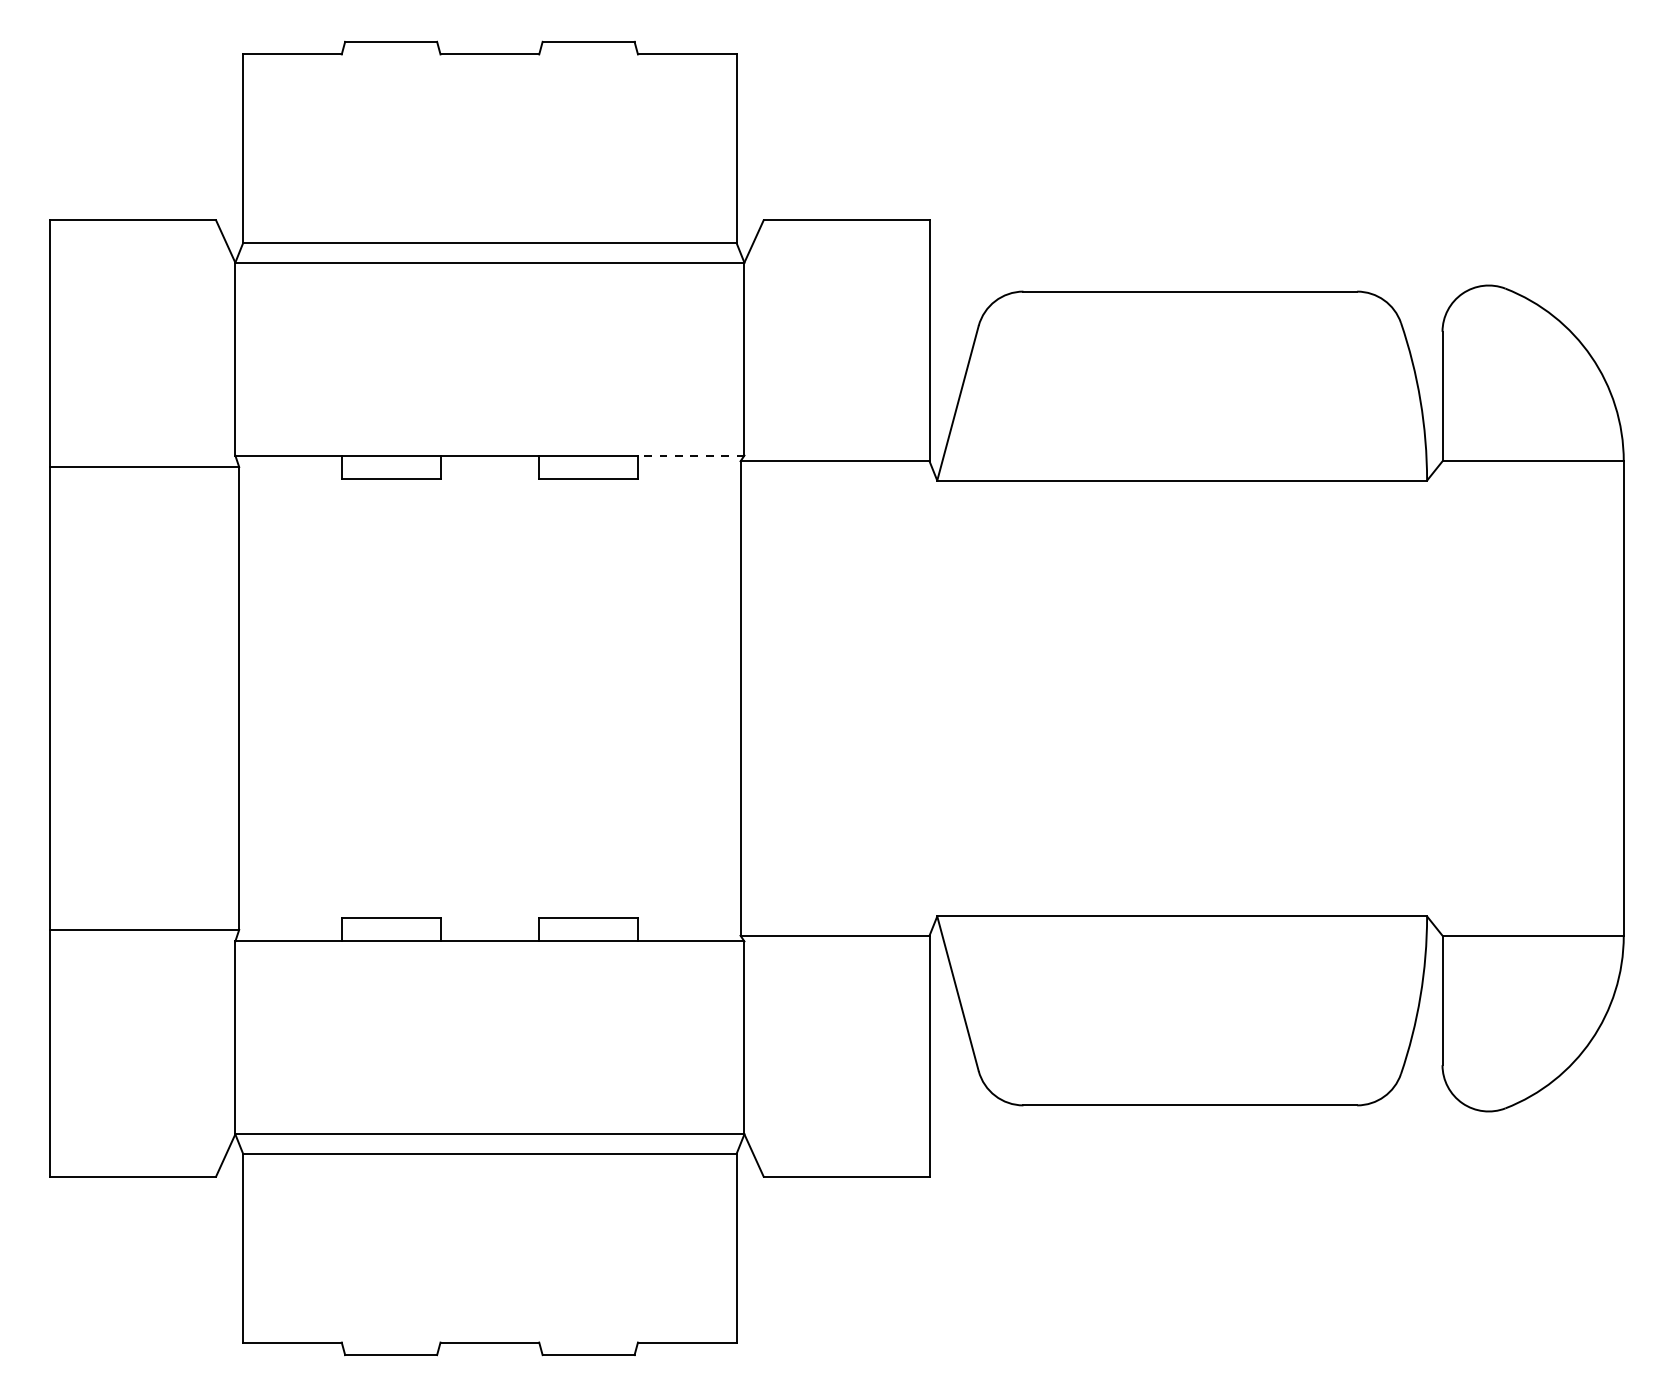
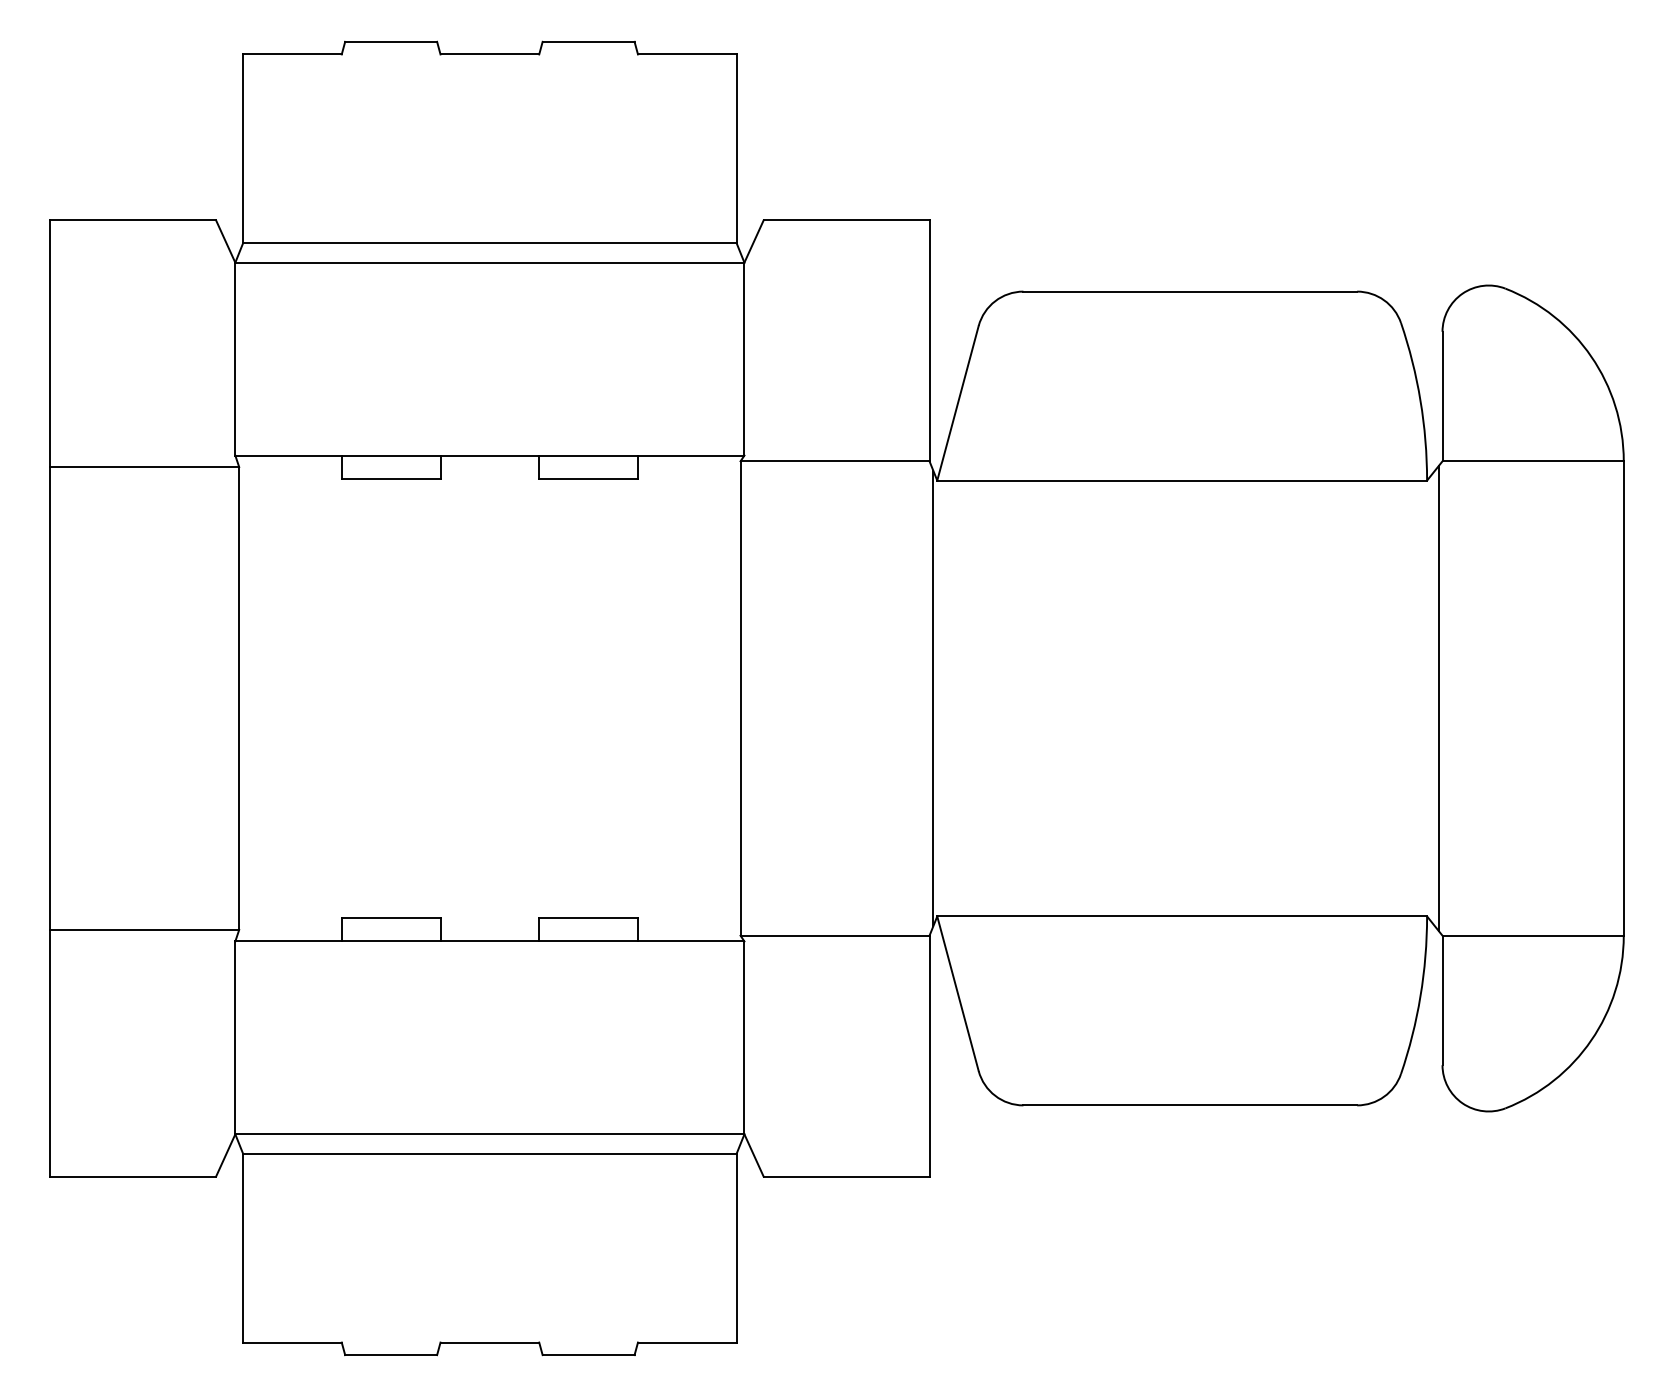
line at (690, 455): dashed -> solid
line at (933, 698): none -> present
line at (1438, 698): none -> present
